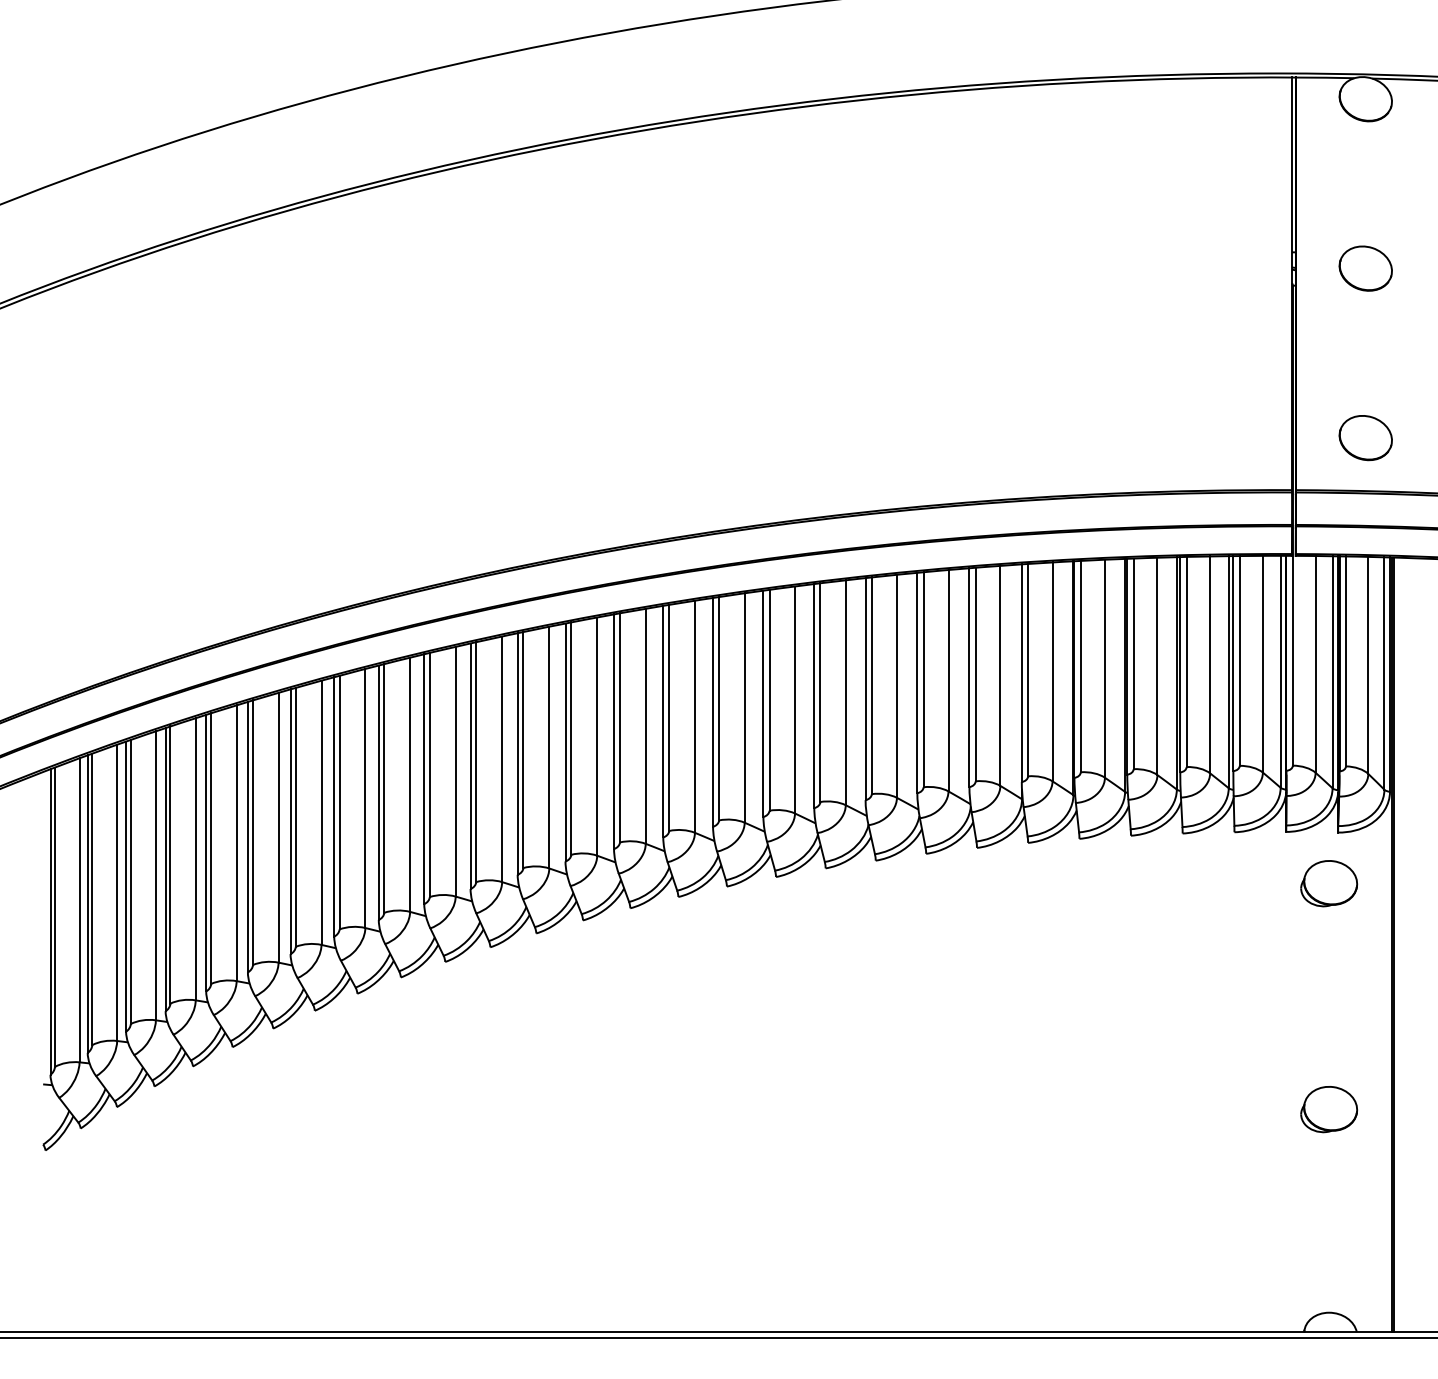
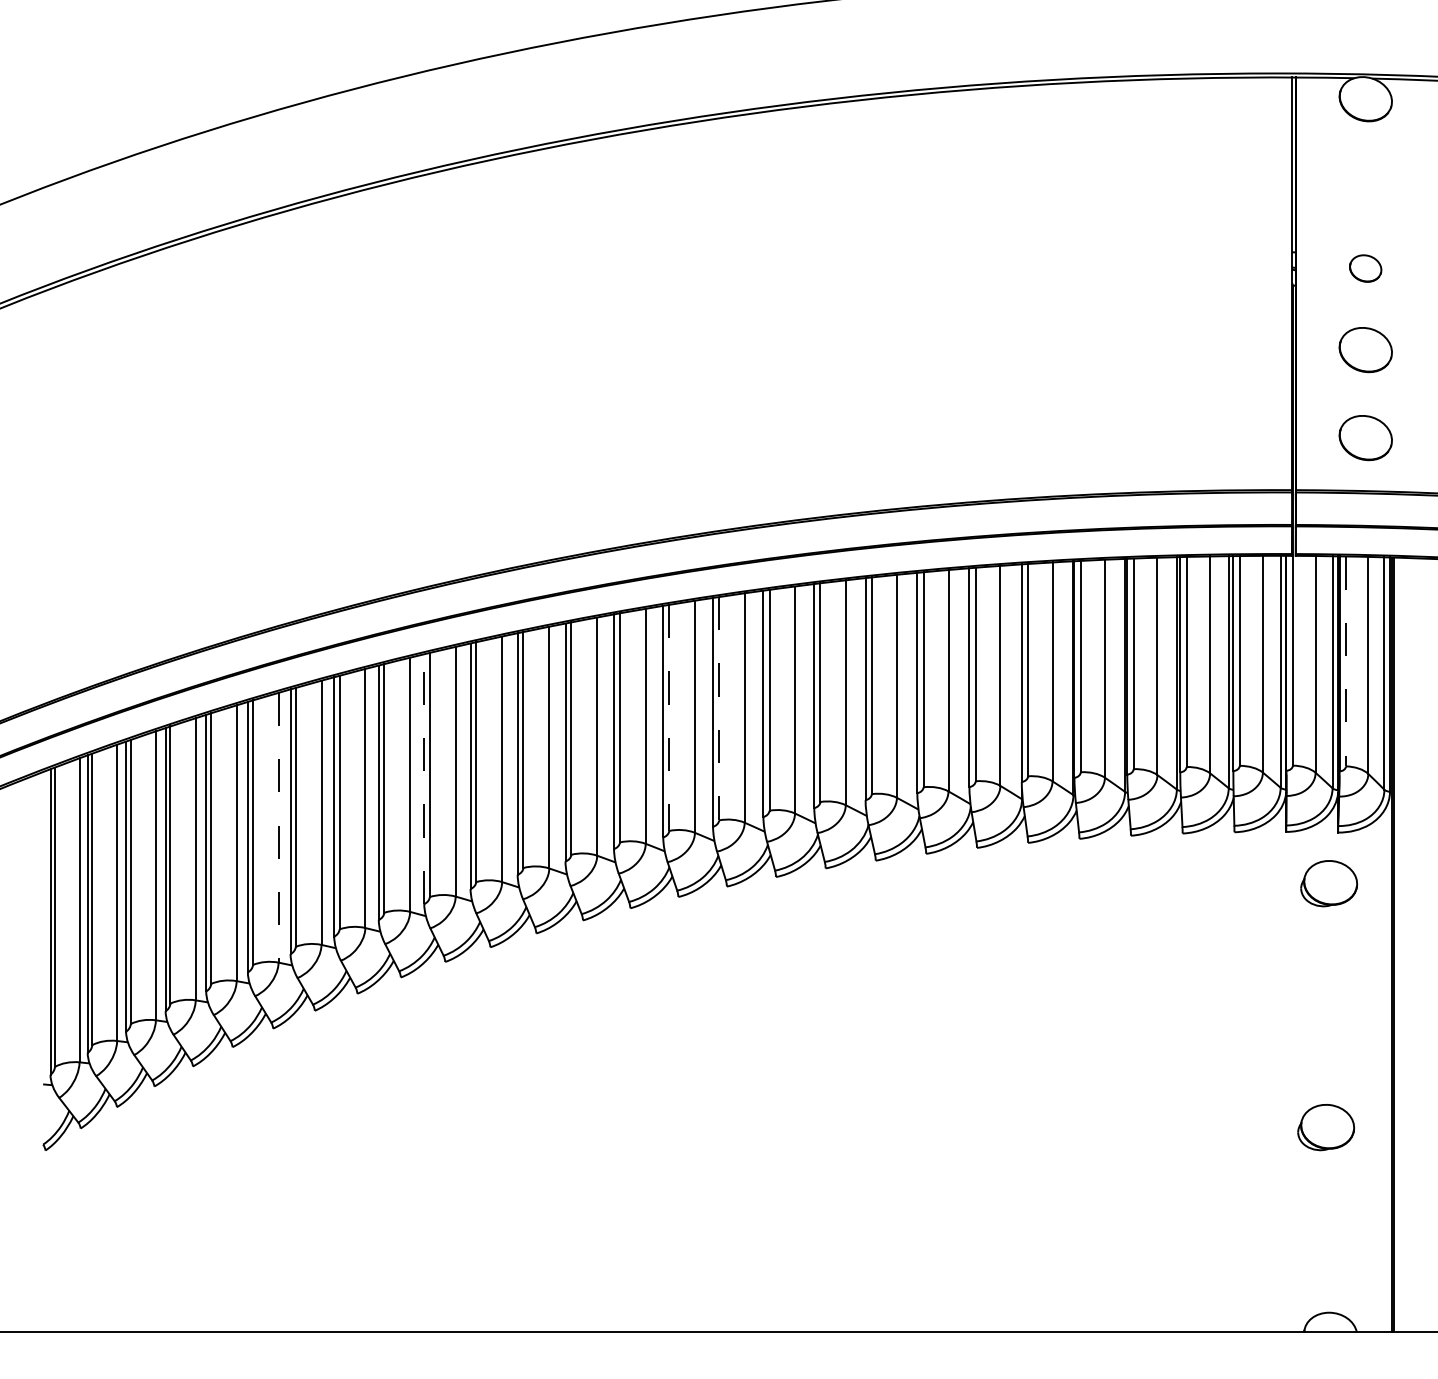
part at (1365, 268) size: 55x47 px -> 34x29 px
part at (1365, 350): none -> present
line at (1345, 661): solid -> dashed
line at (719, 708): solid -> dashed
line at (669, 718): solid -> dashed
line at (424, 779): solid -> dashed
line at (278, 827): solid -> dashed
part at (1329, 1109) position: (1329, 1109) -> (1326, 1127)
line at (718, 1337): present -> none
